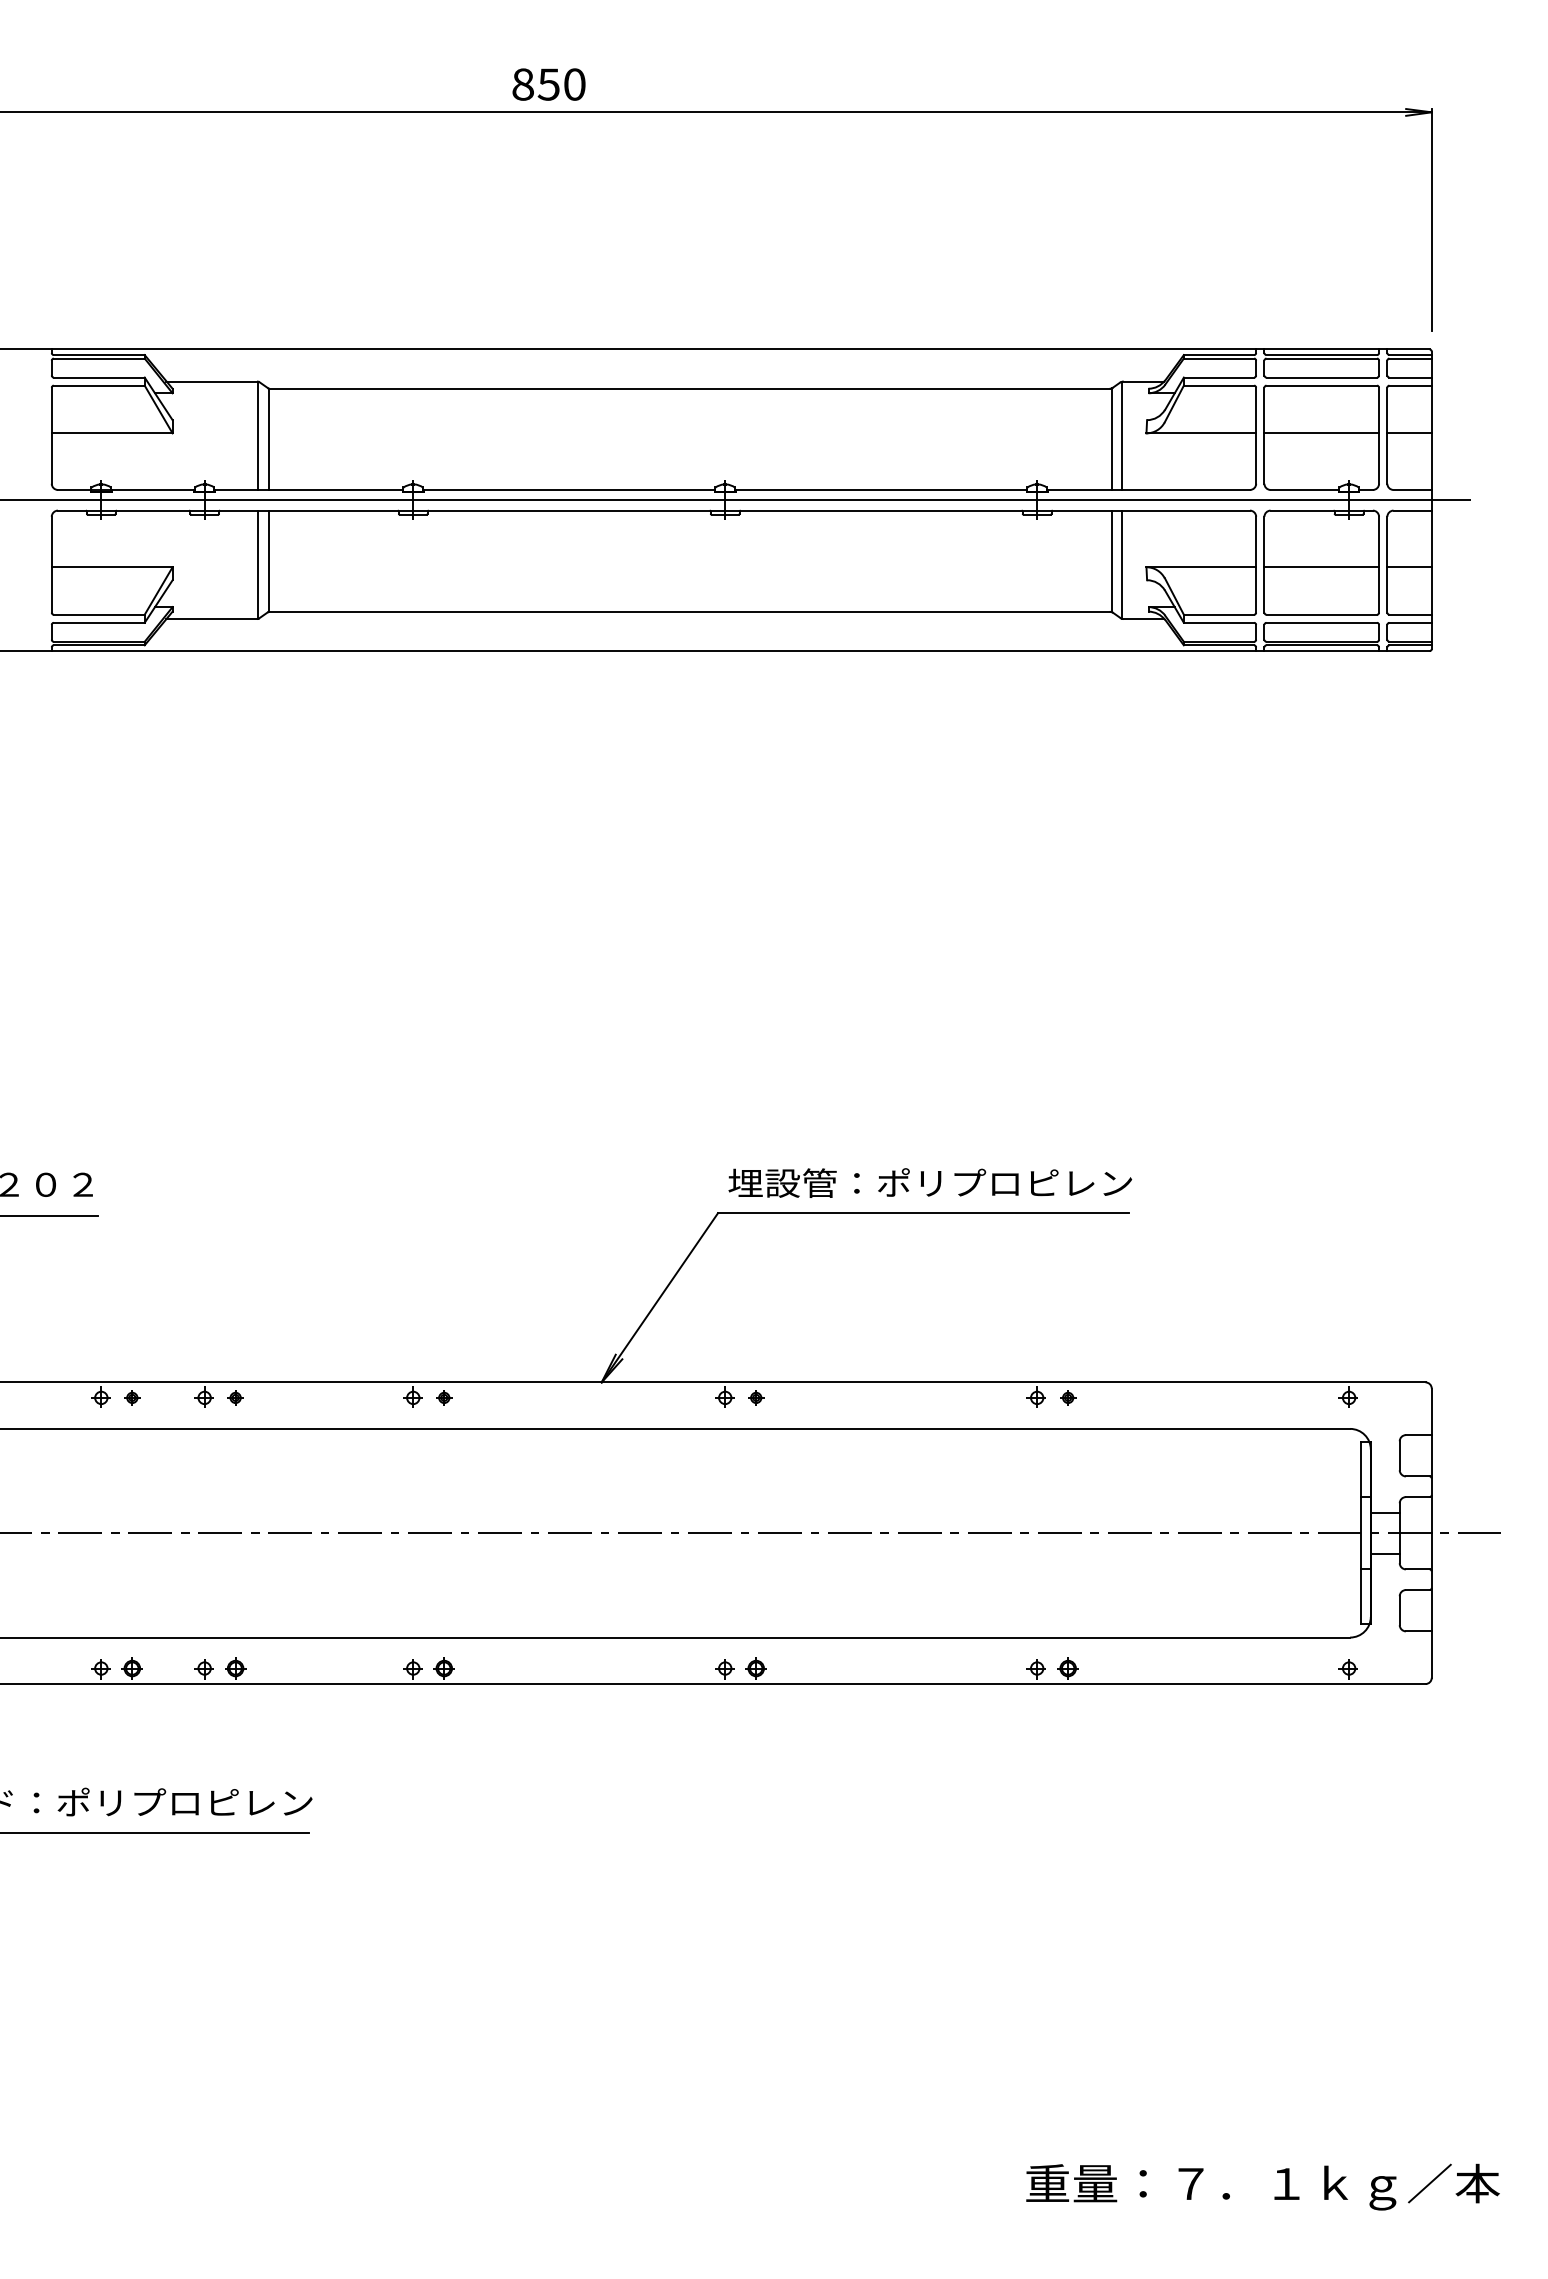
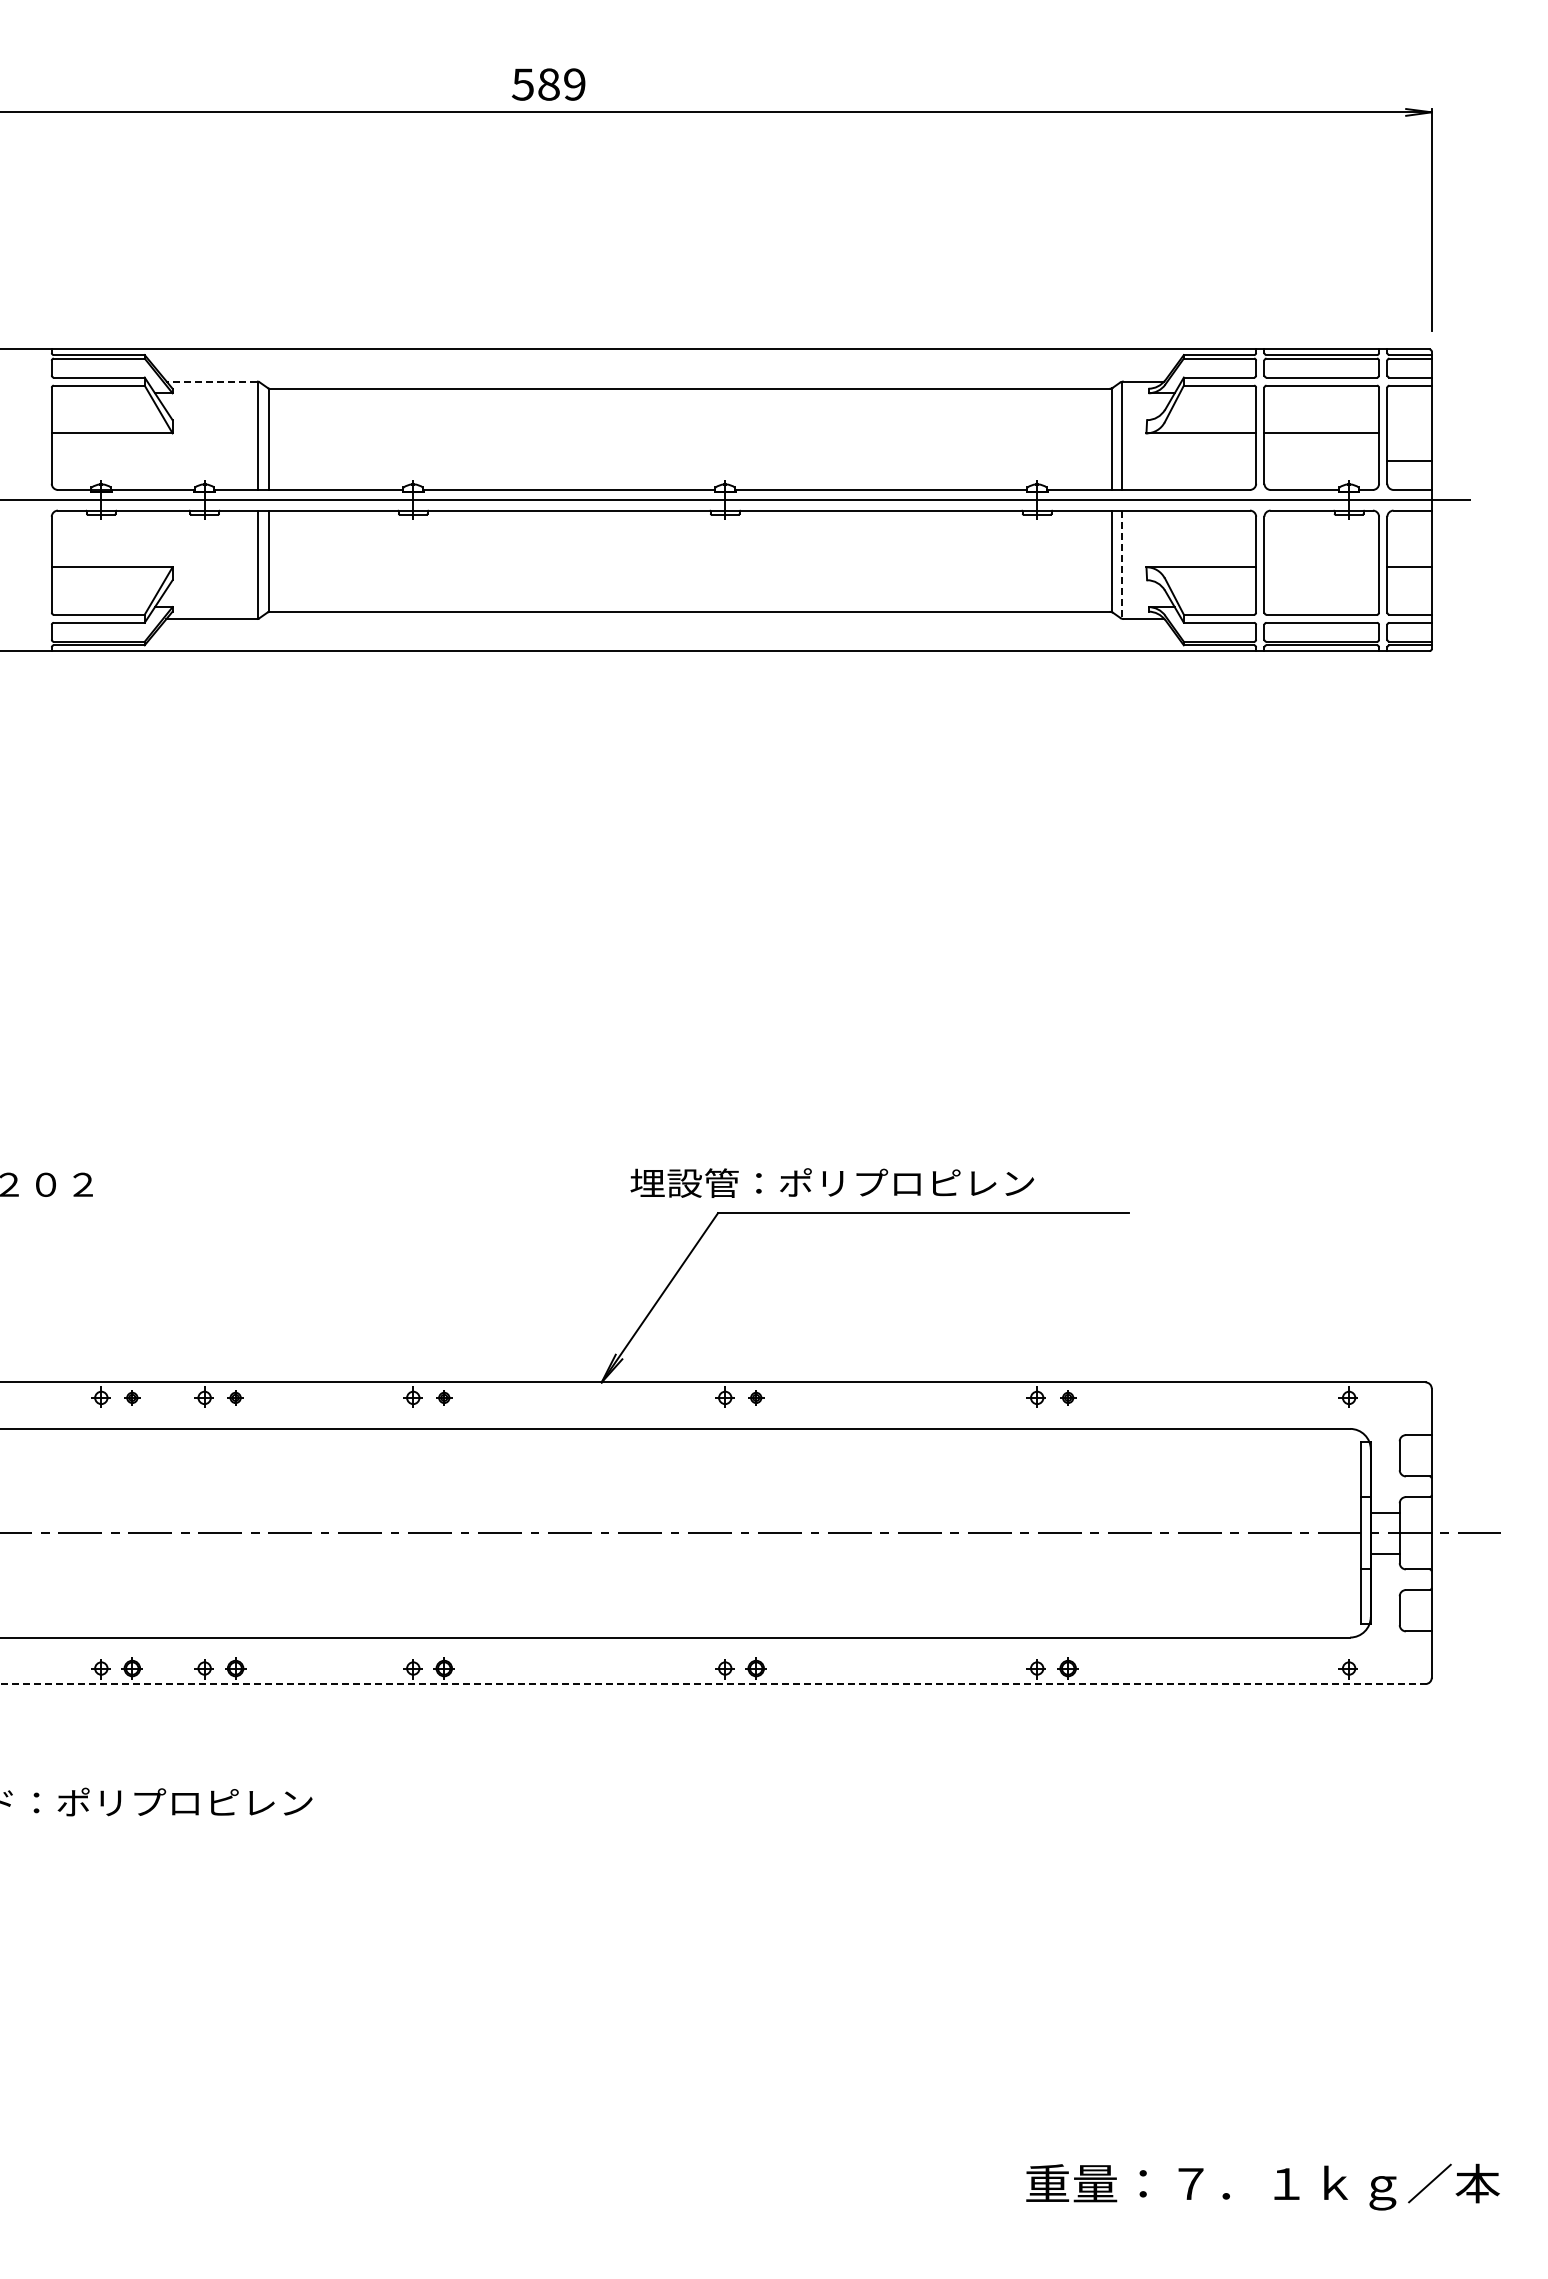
text at (548, 84): 850 -> 589
line at (211, 381): solid -> dashed
line at (1409, 433) position: (1409, 433) -> (1409, 461)
line at (1121, 565): solid -> dashed
line at (1321, 567): present -> none
text at (930, 1182) position: (930, 1182) -> (832, 1182)
line at (49, 1215): present -> none
line at (713, 1684): solid -> dashed
line at (155, 1832): present -> none
